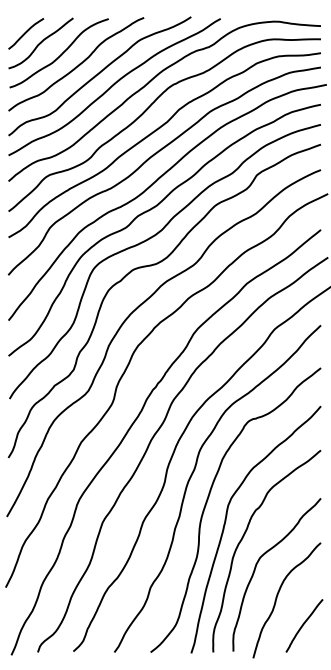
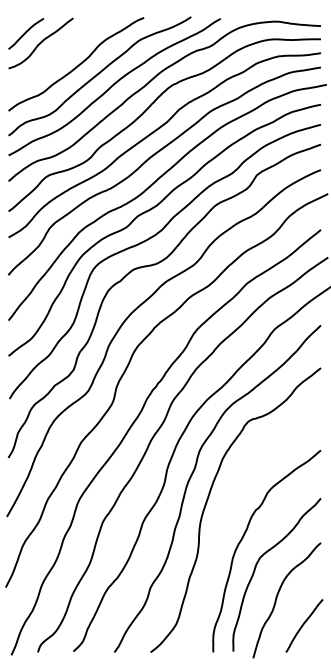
curve at (60, 54): present -> none
curve at (226, 521): present -> none
